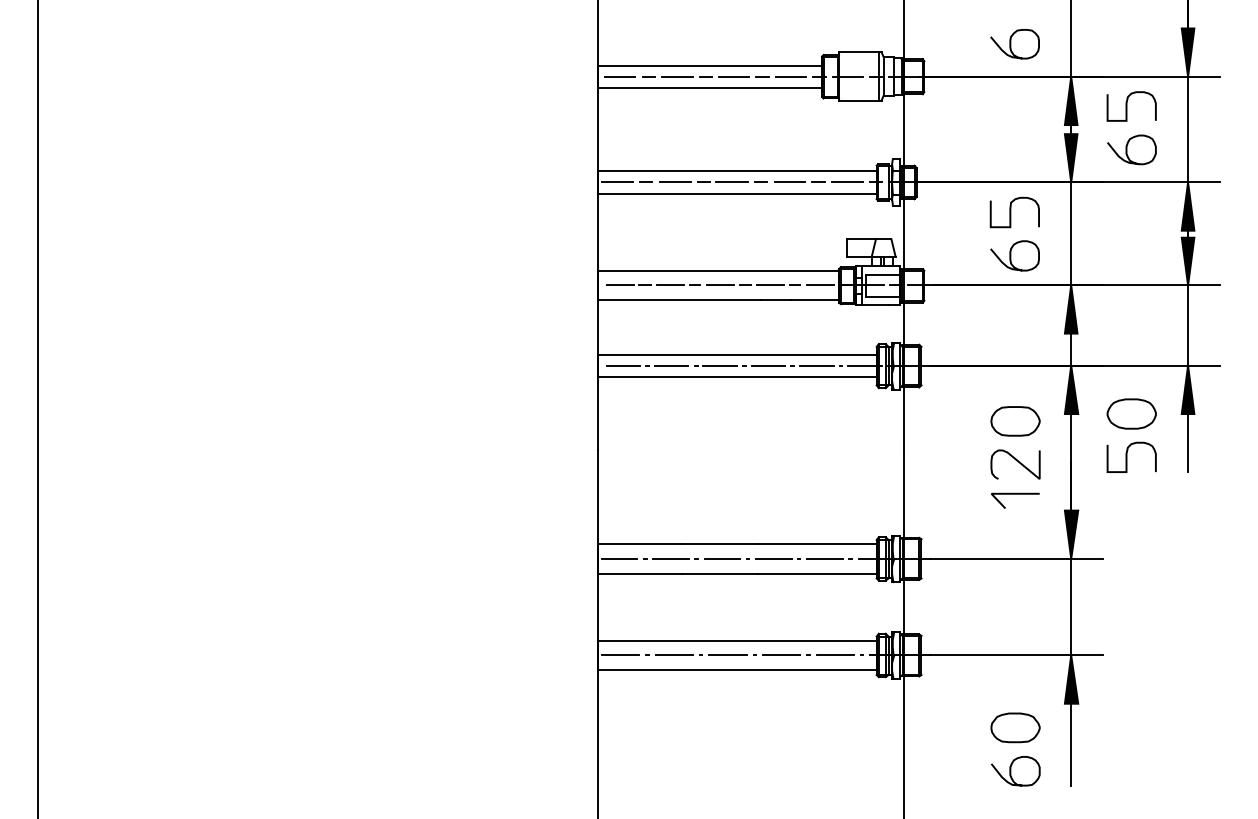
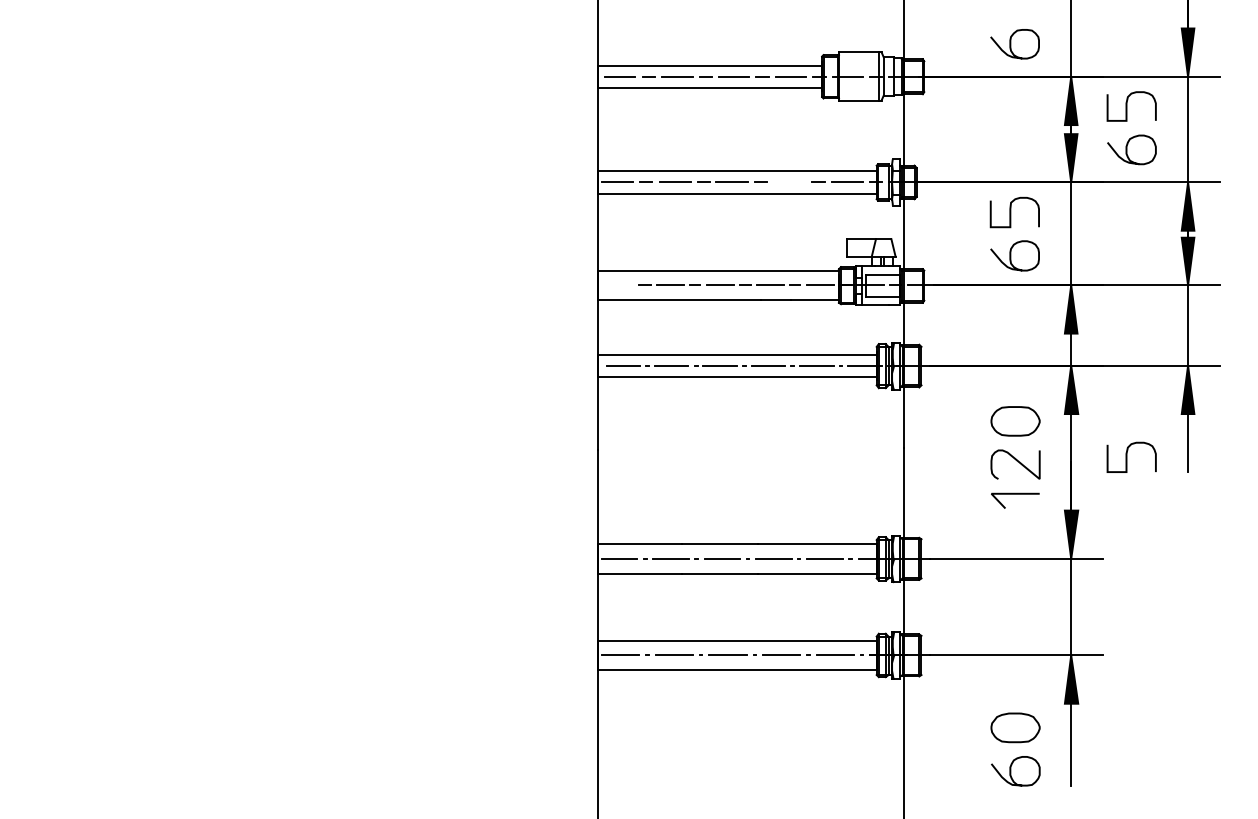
line at (789, 182): present -> none
line at (619, 285): present -> none
line at (37, 408): present -> none
part at (1131, 413): present -> none
